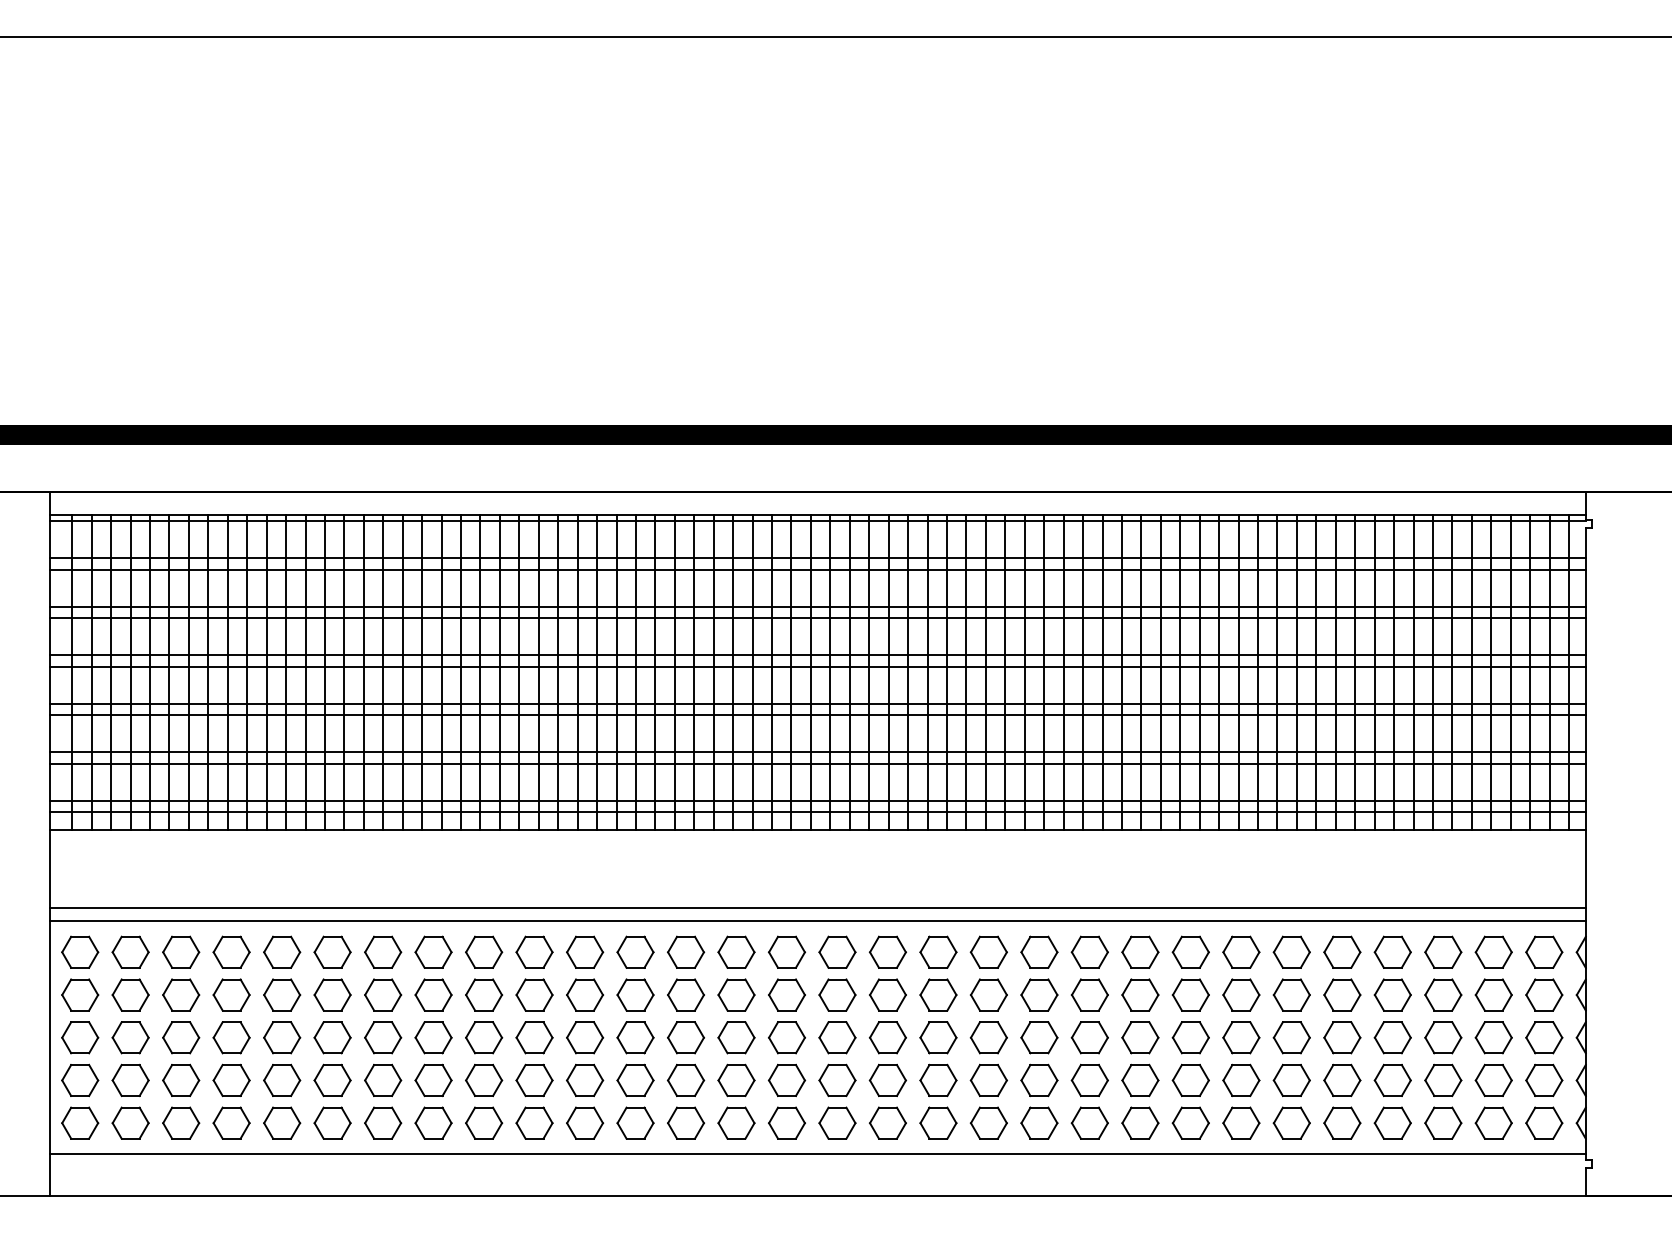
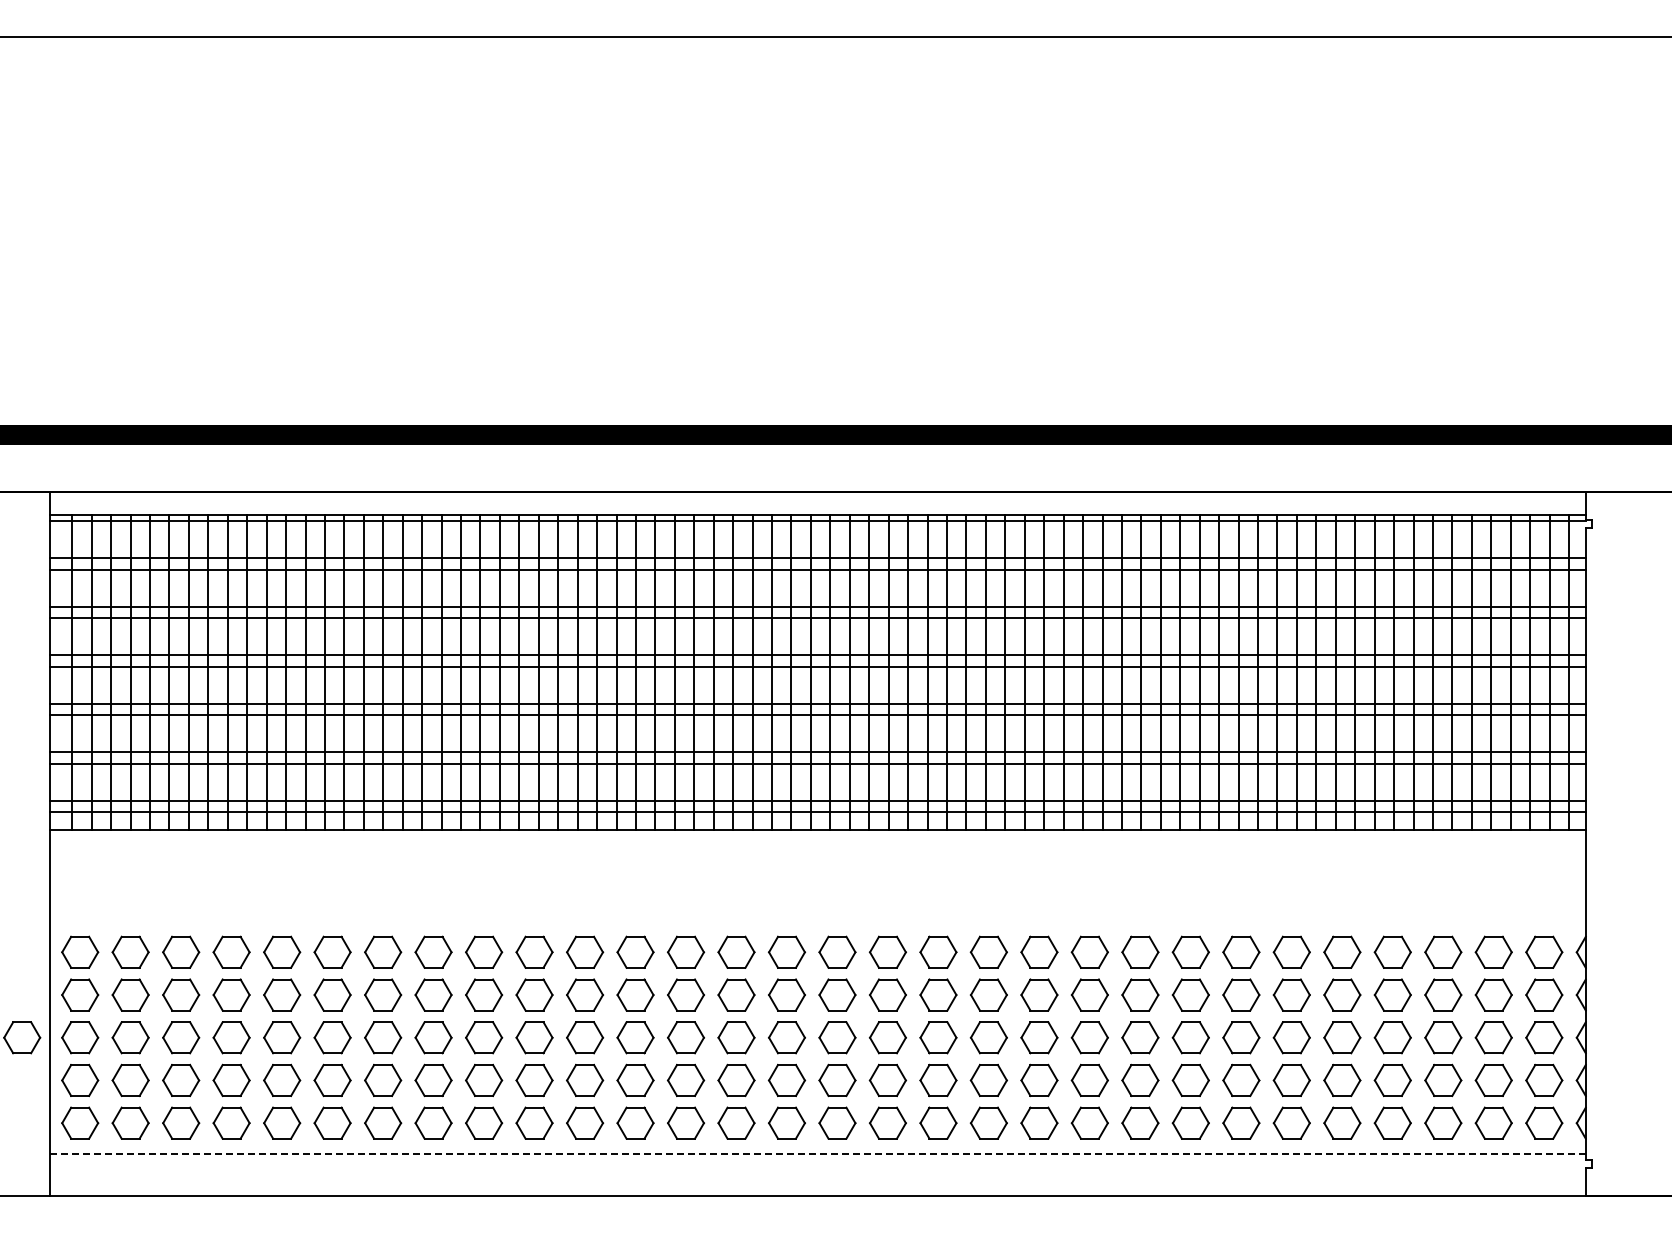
line at (817, 907): present -> none
line at (817, 920): present -> none
part at (22, 1037): none -> present
line at (817, 1153): solid -> dashed
